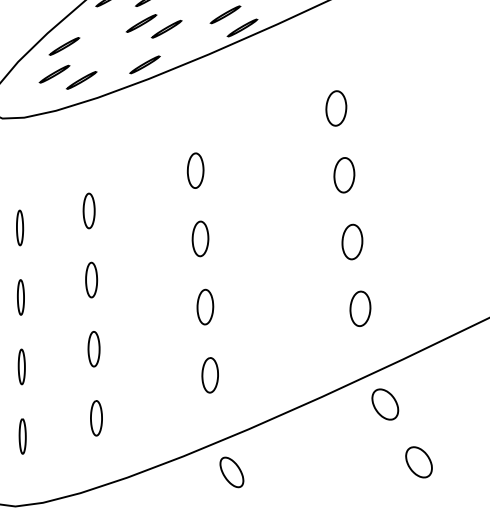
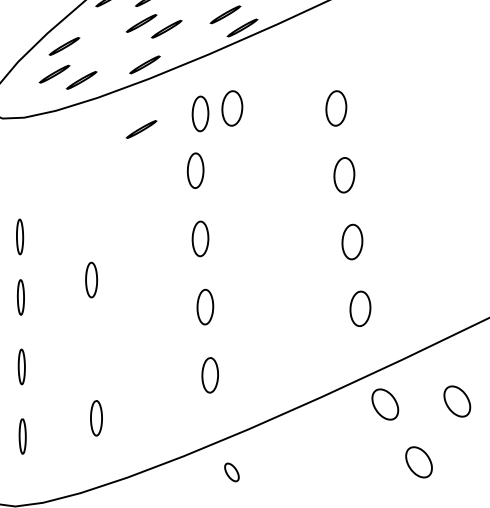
part at (232, 108): none -> present
part at (200, 113): none -> present
part at (141, 129): none -> present
part at (88, 210): present -> none
part at (20, 227) position: (20, 227) -> (20, 236)
part at (93, 349): present -> none
part at (457, 401): none -> present
part at (231, 472) size: 26x33 px -> 16x21 px
